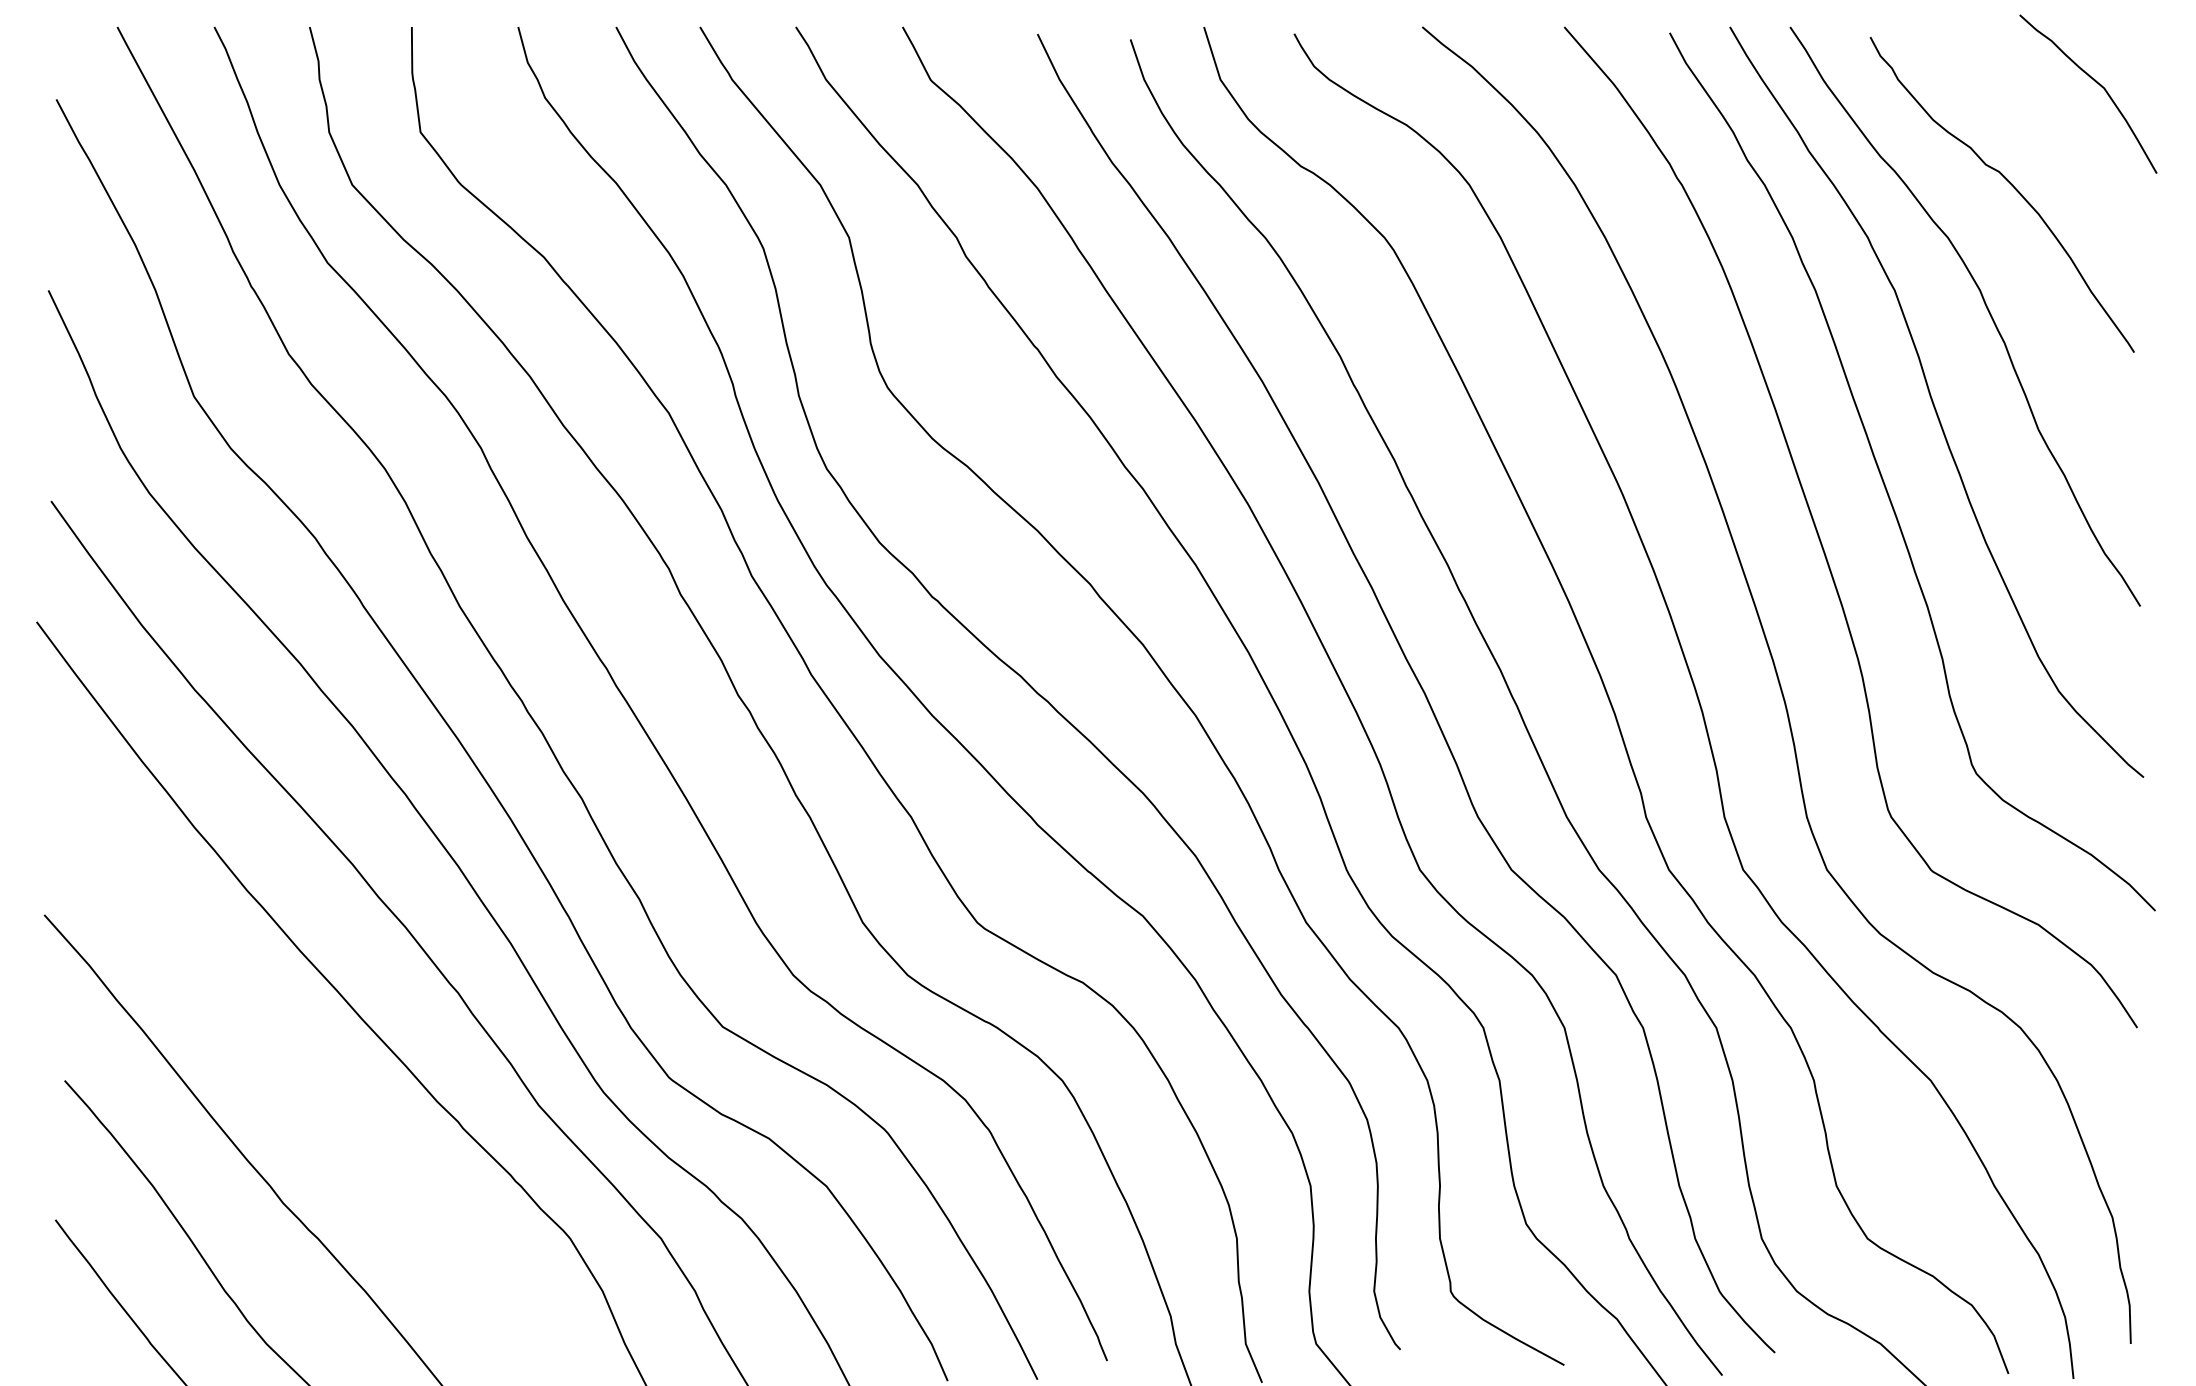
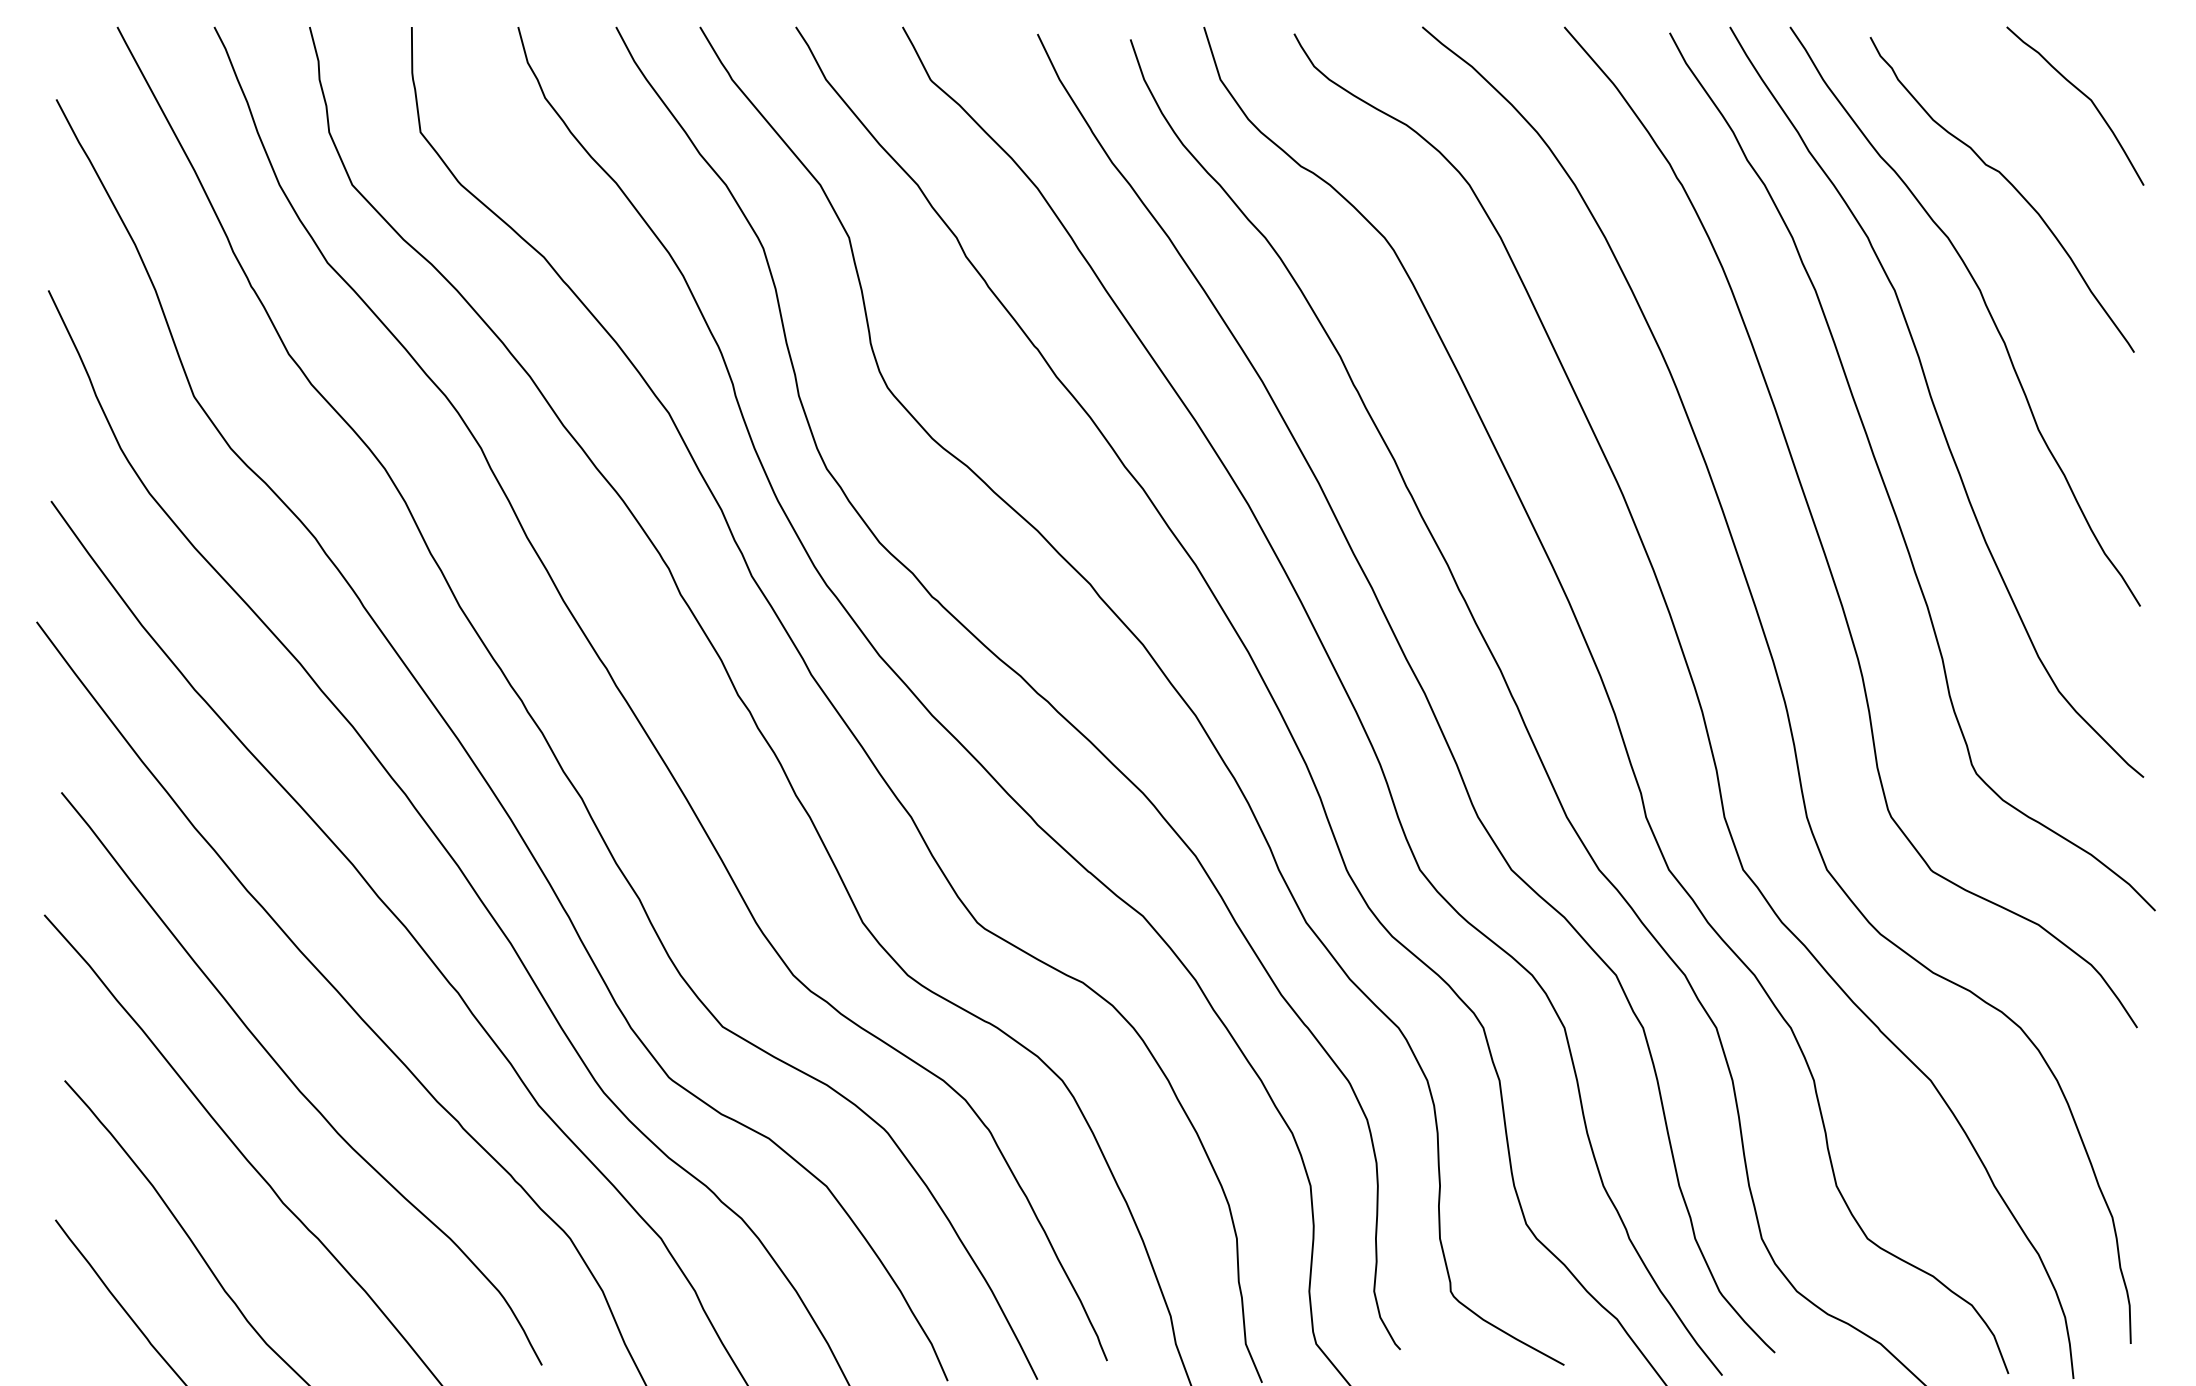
curve at (2096, 83) position: (2096, 83) -> (2083, 95)
curve at (295, 1084): none -> present
